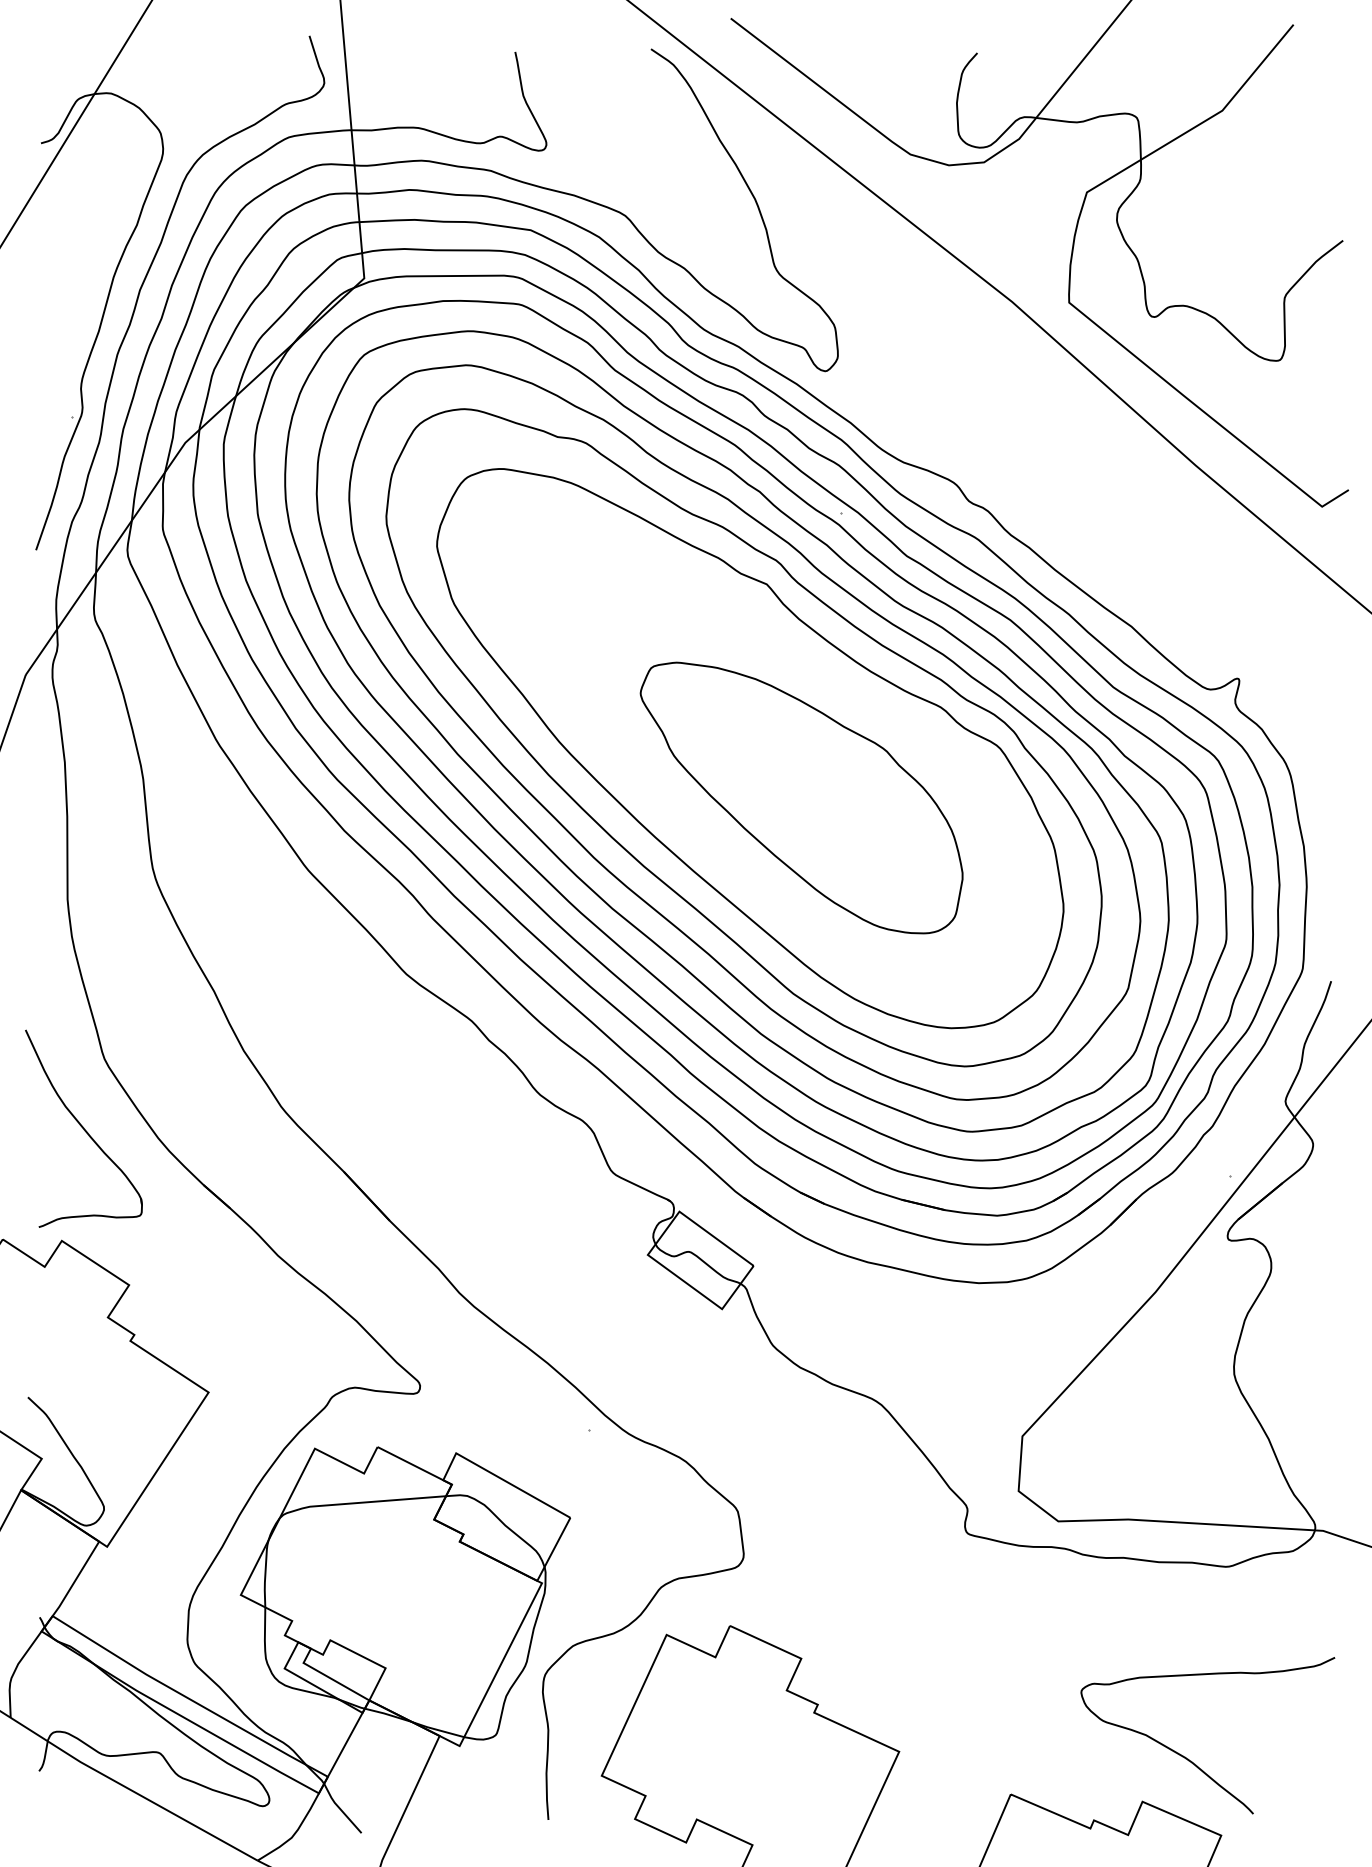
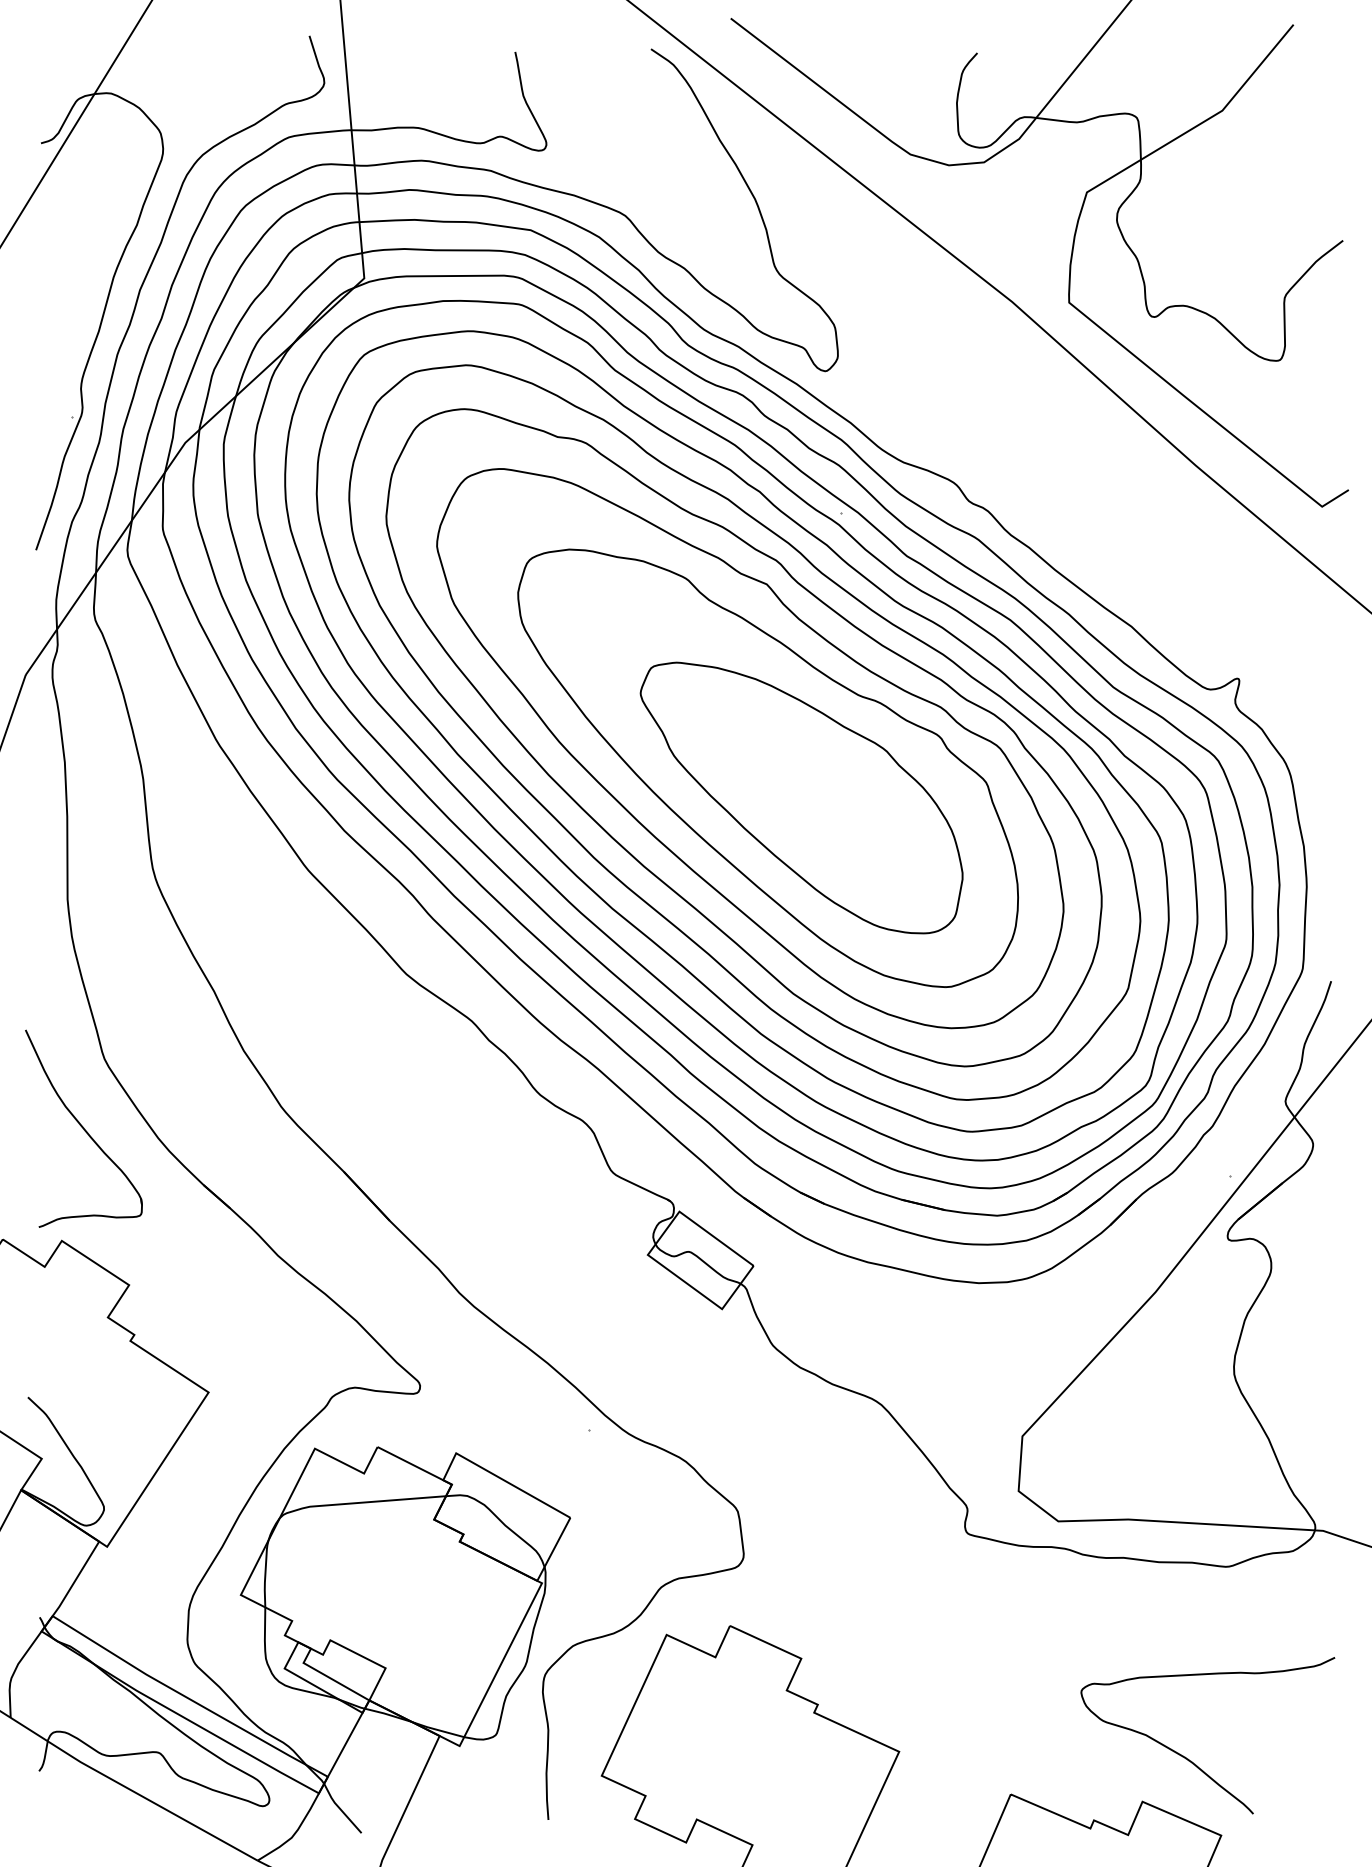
part at (767, 768): none -> present
